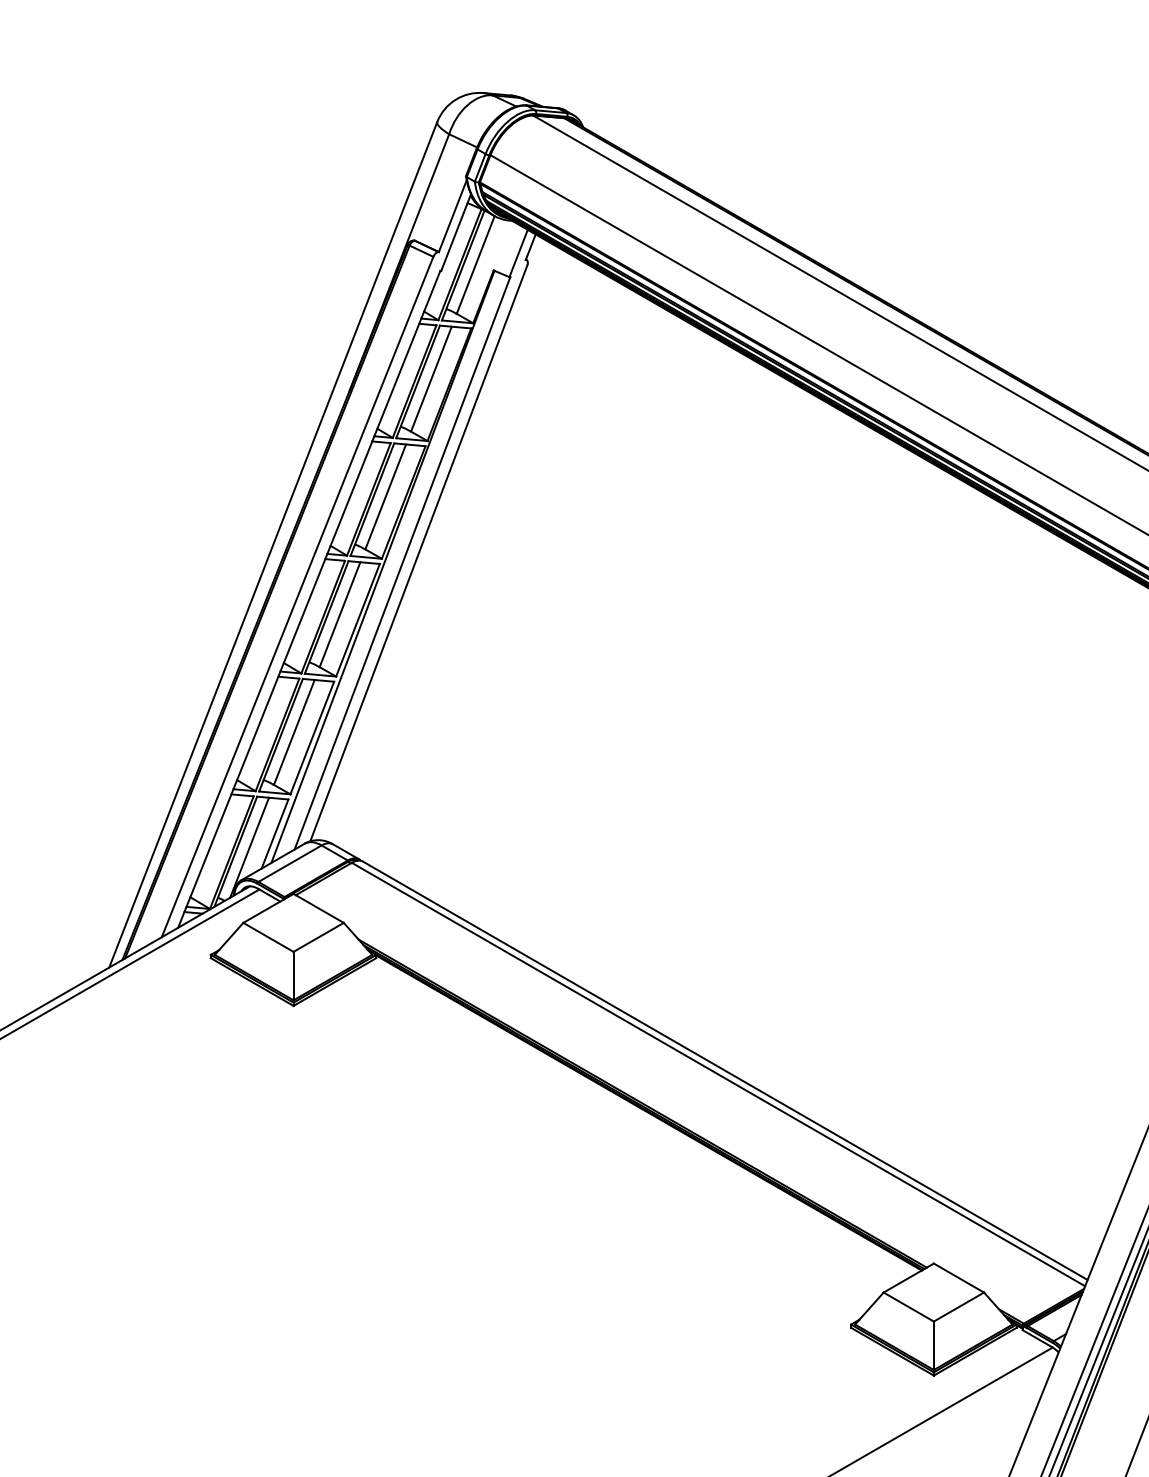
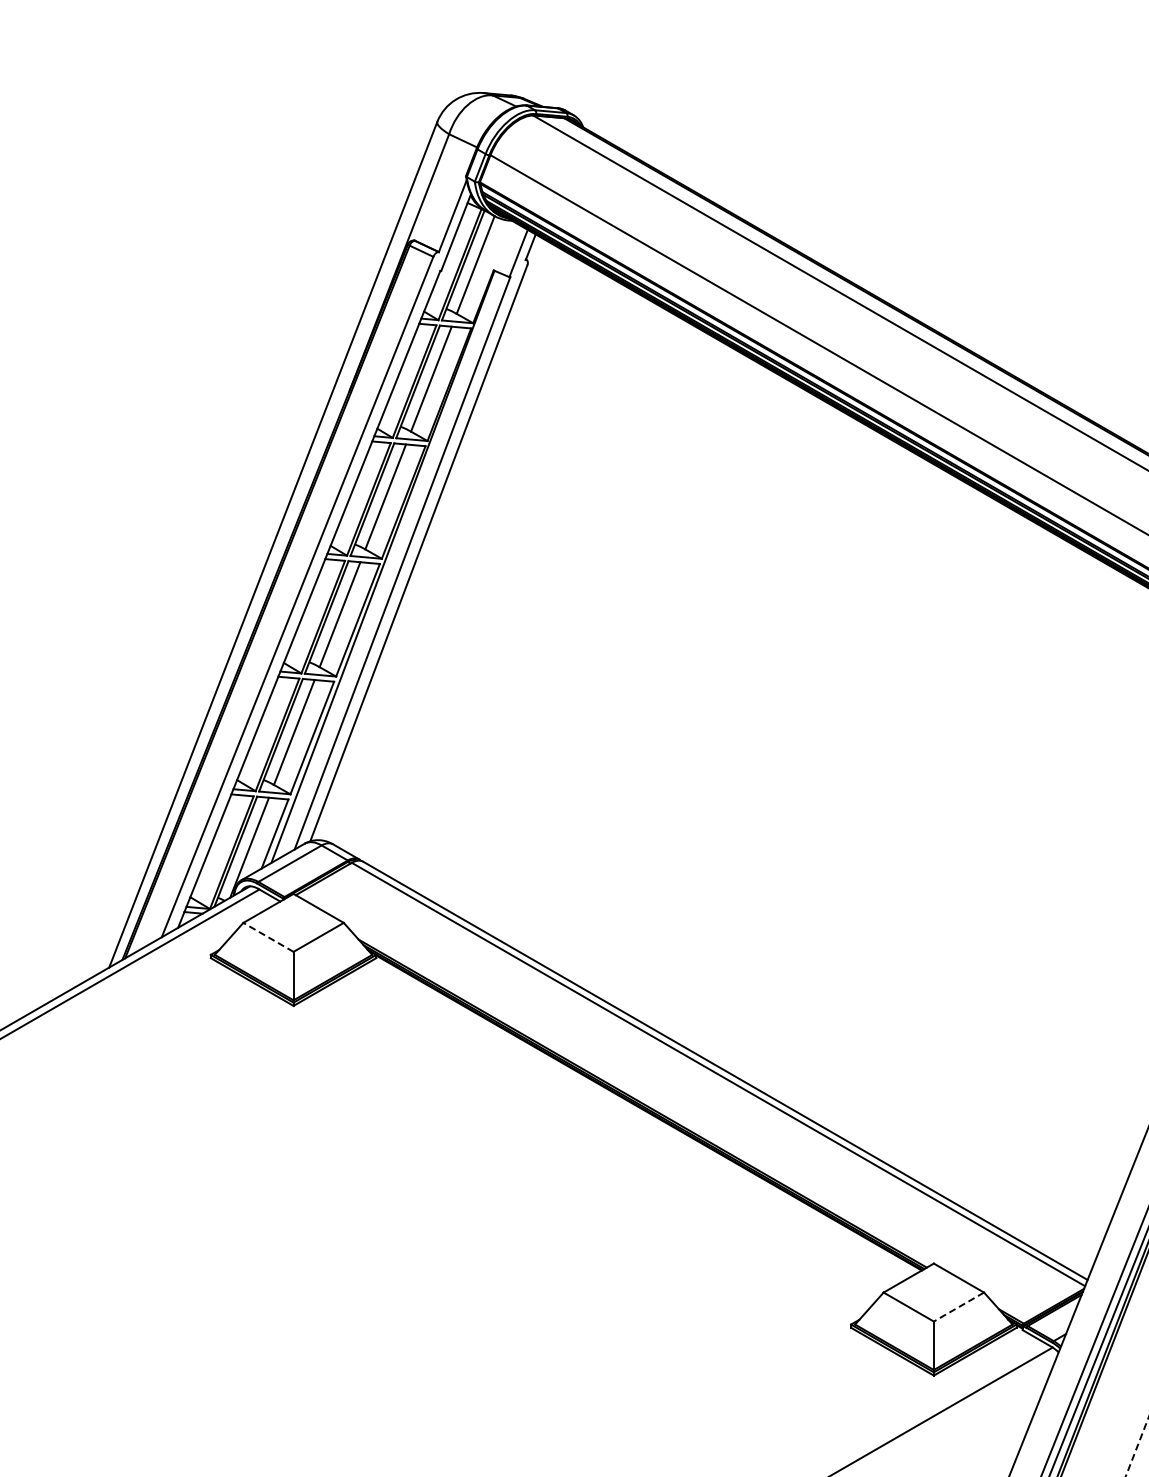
line at (268, 937): solid -> dashed
line at (958, 1307): solid -> dashed
line at (1137, 1446): solid -> dashed
